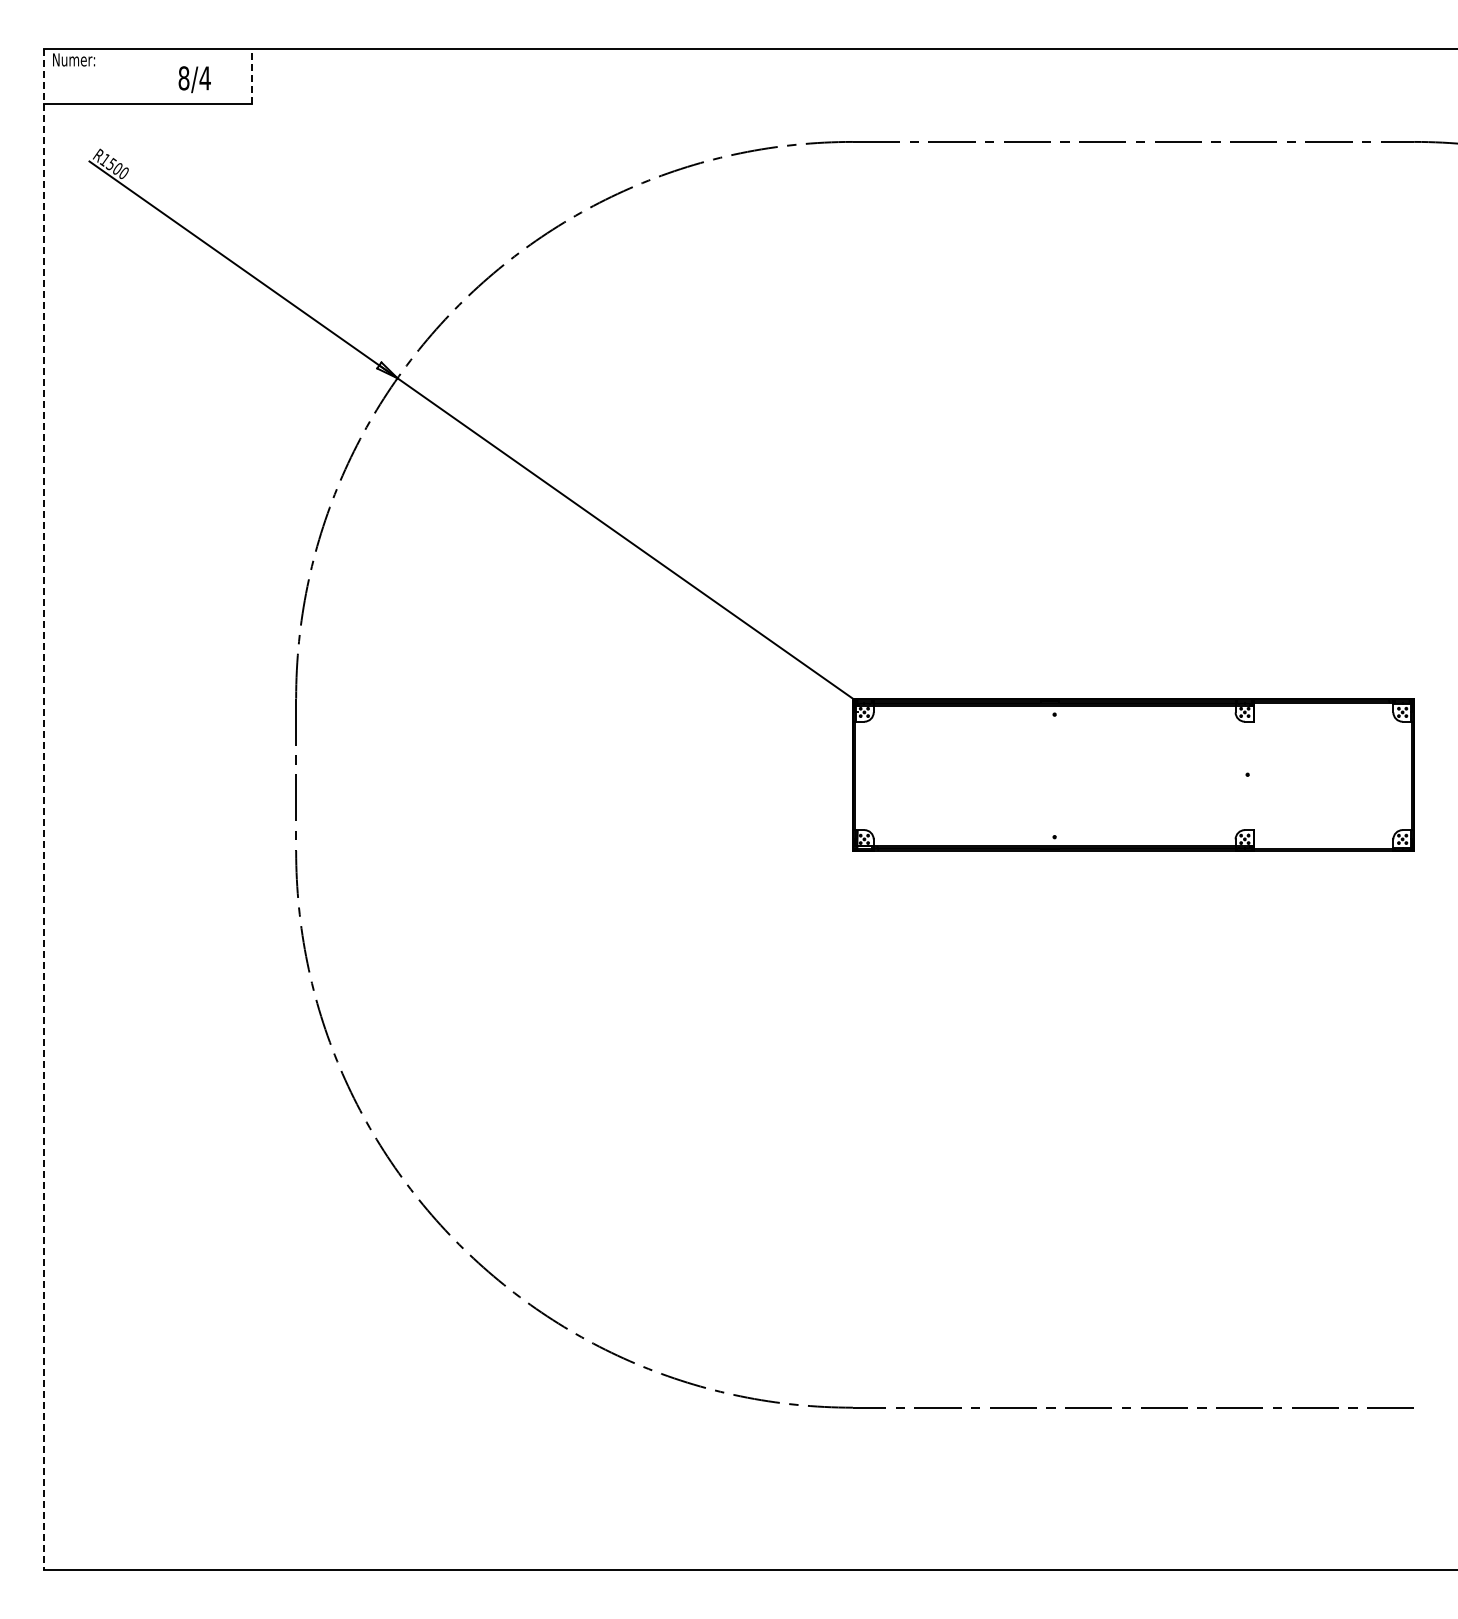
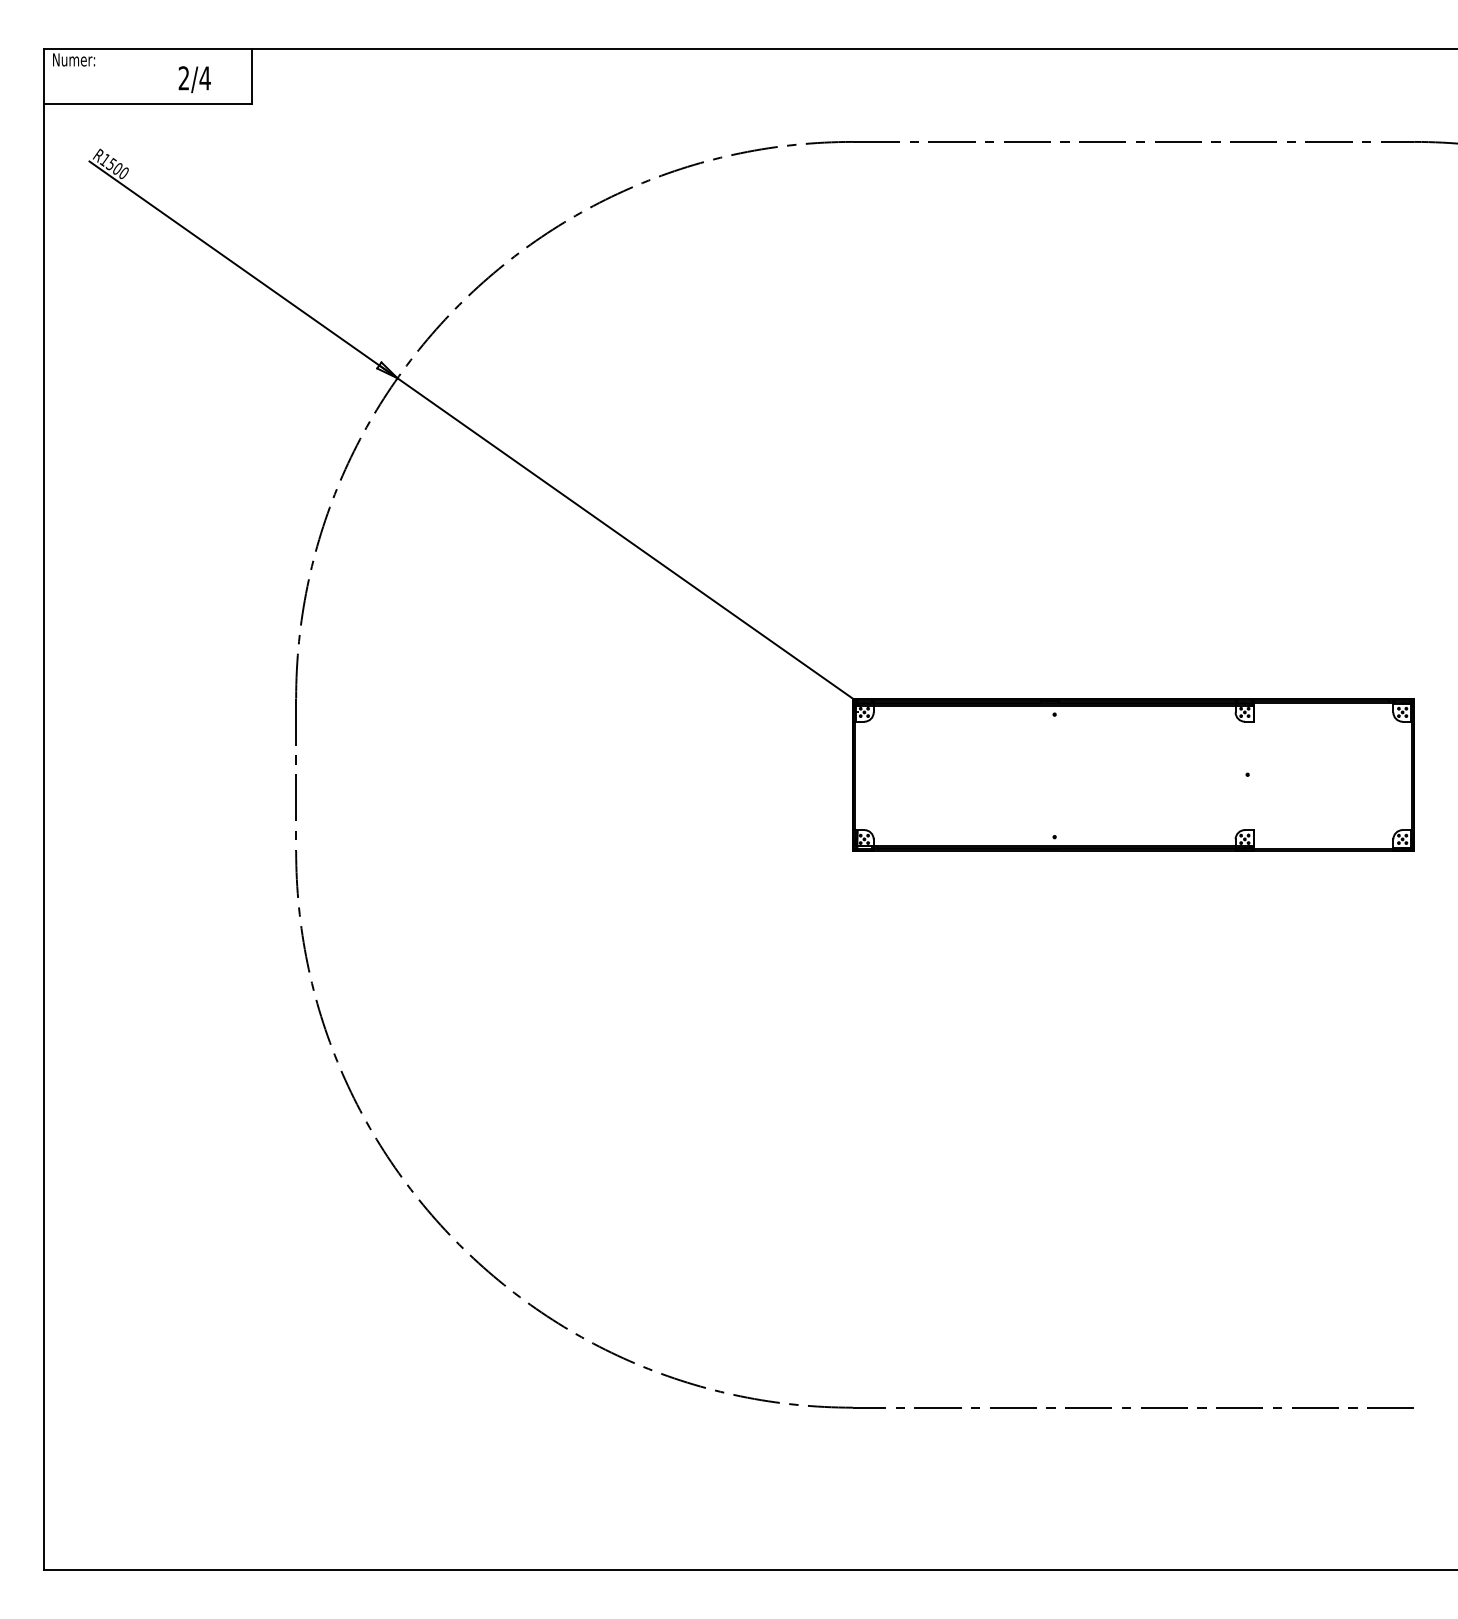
line at (251, 76): dashed -> solid
text at (183, 78): 8/4 -> 2/4
line at (43, 809): dashed -> solid
